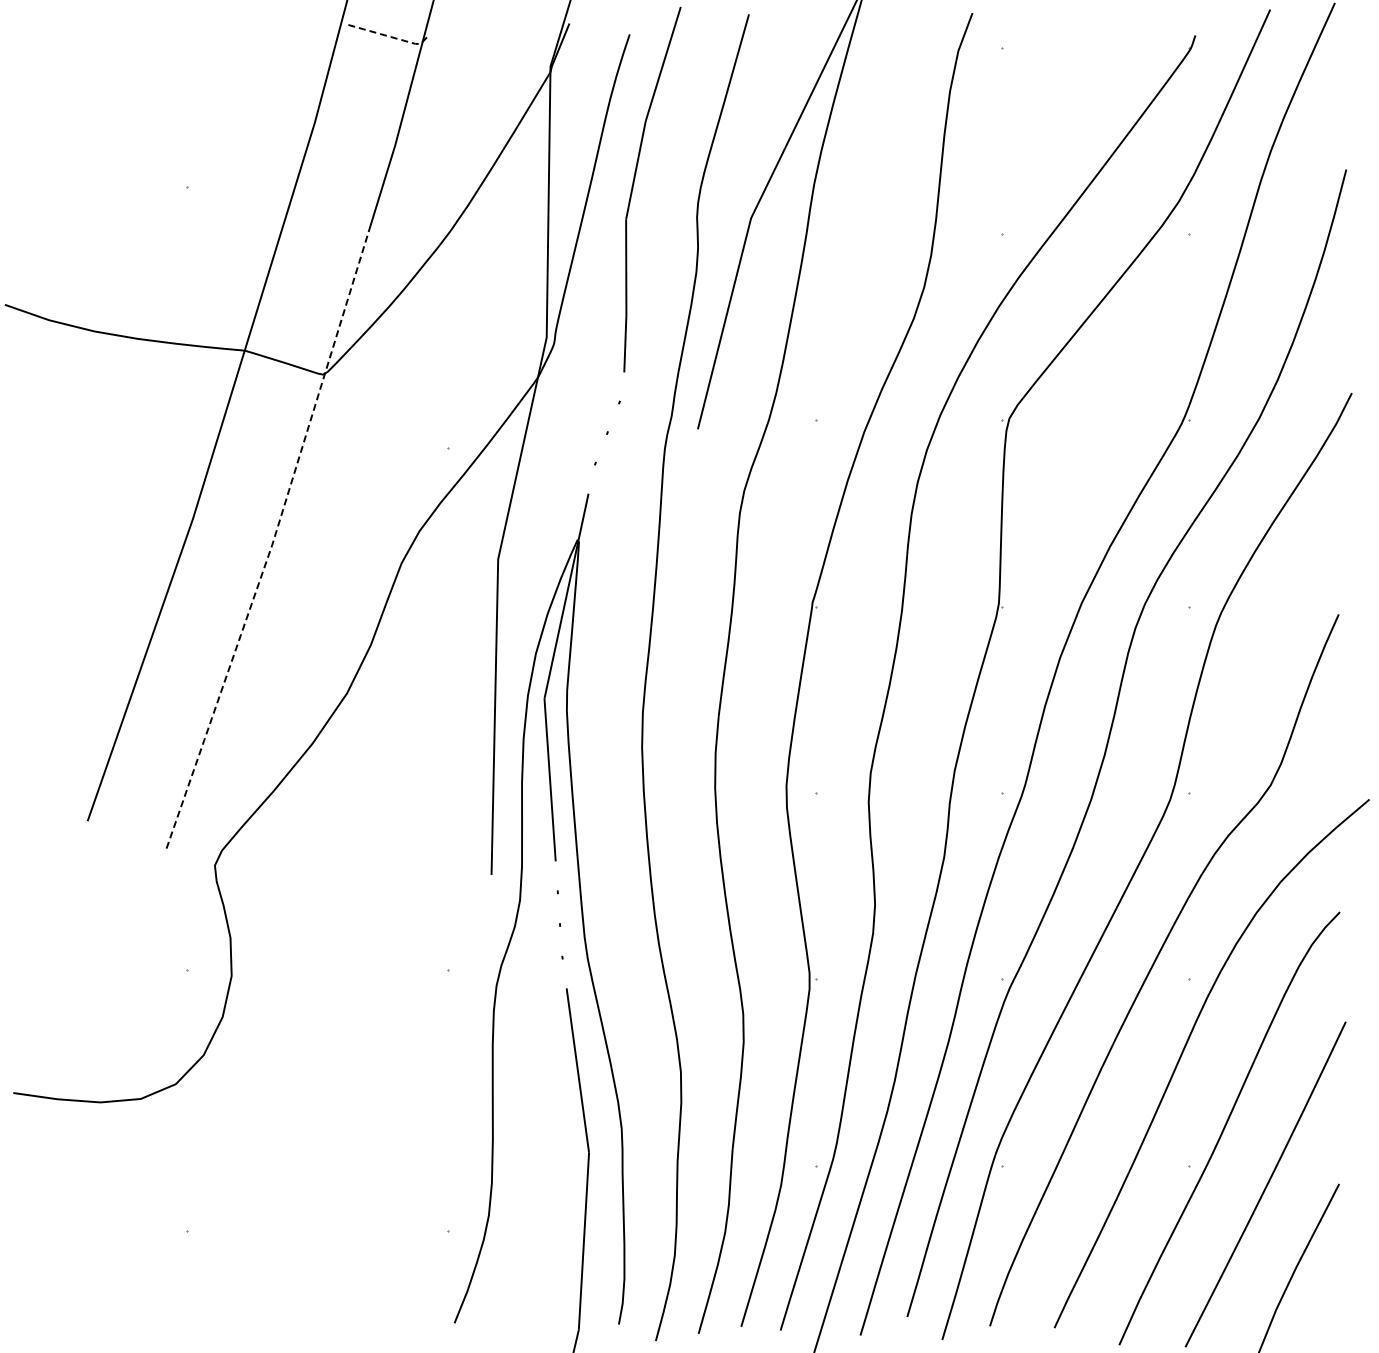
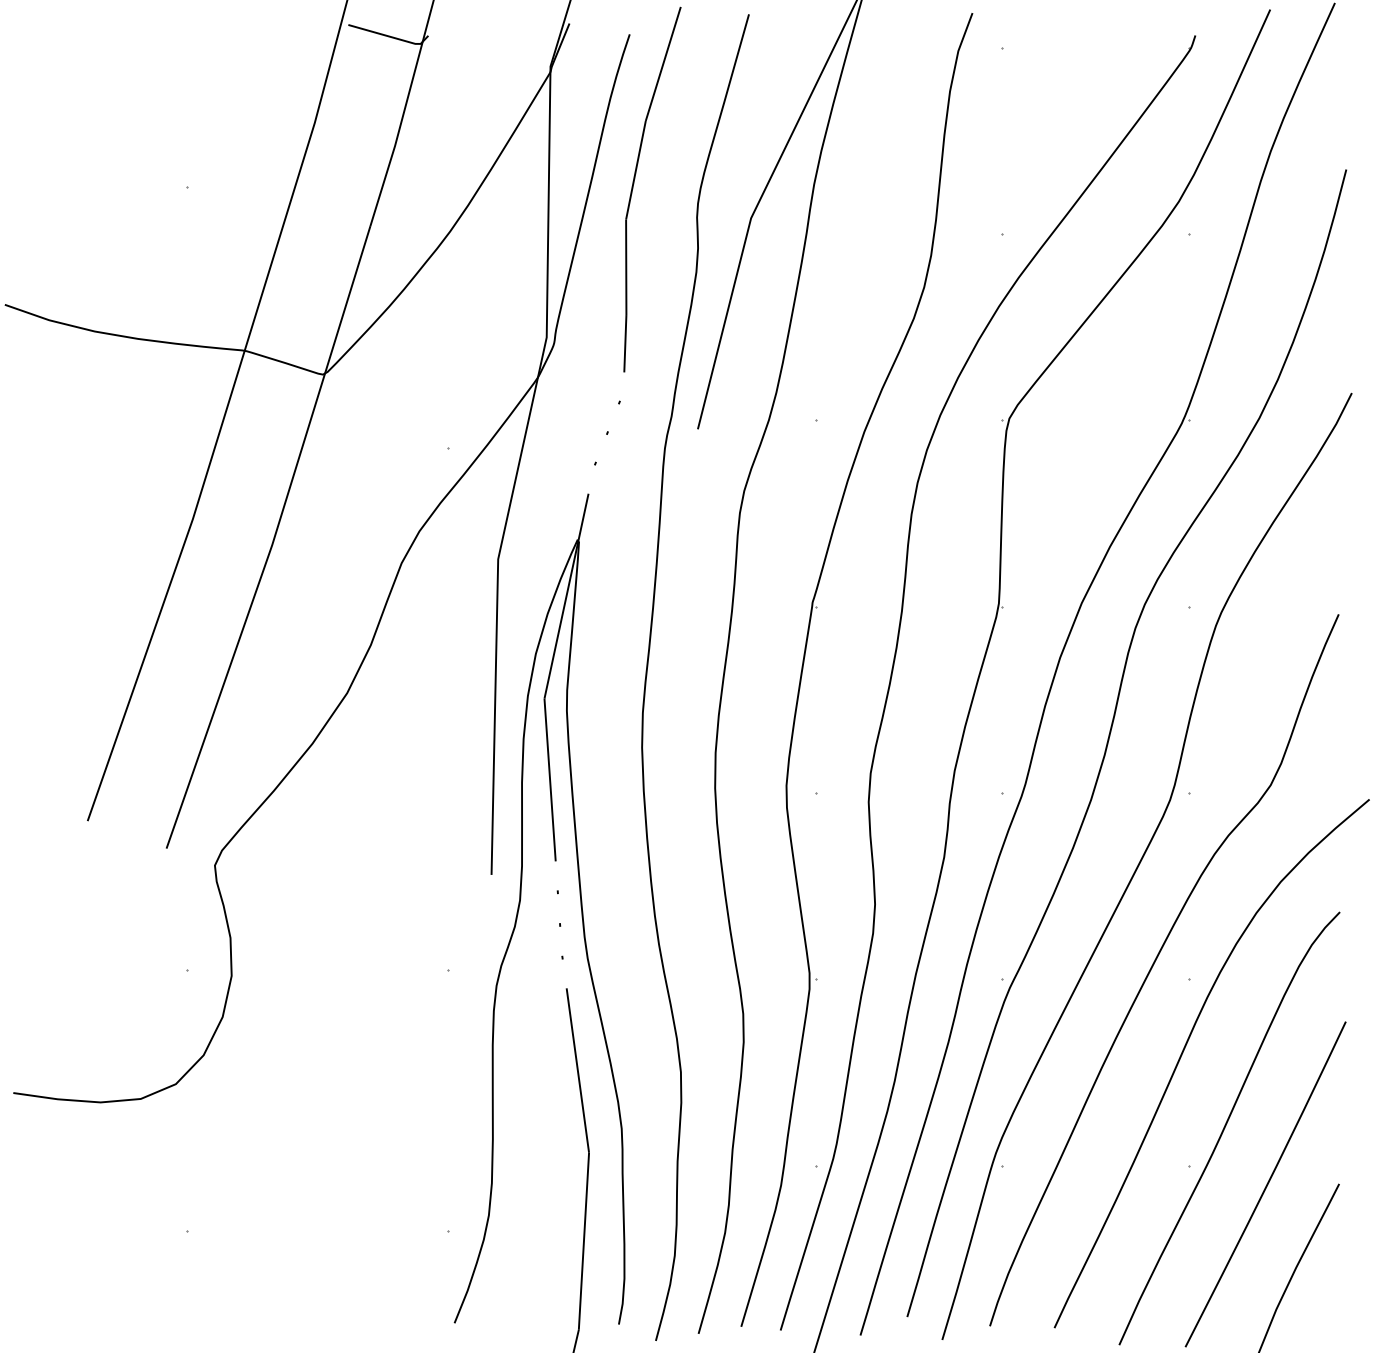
line at (391, 37): dashed -> solid
line at (274, 539): dashed -> solid
